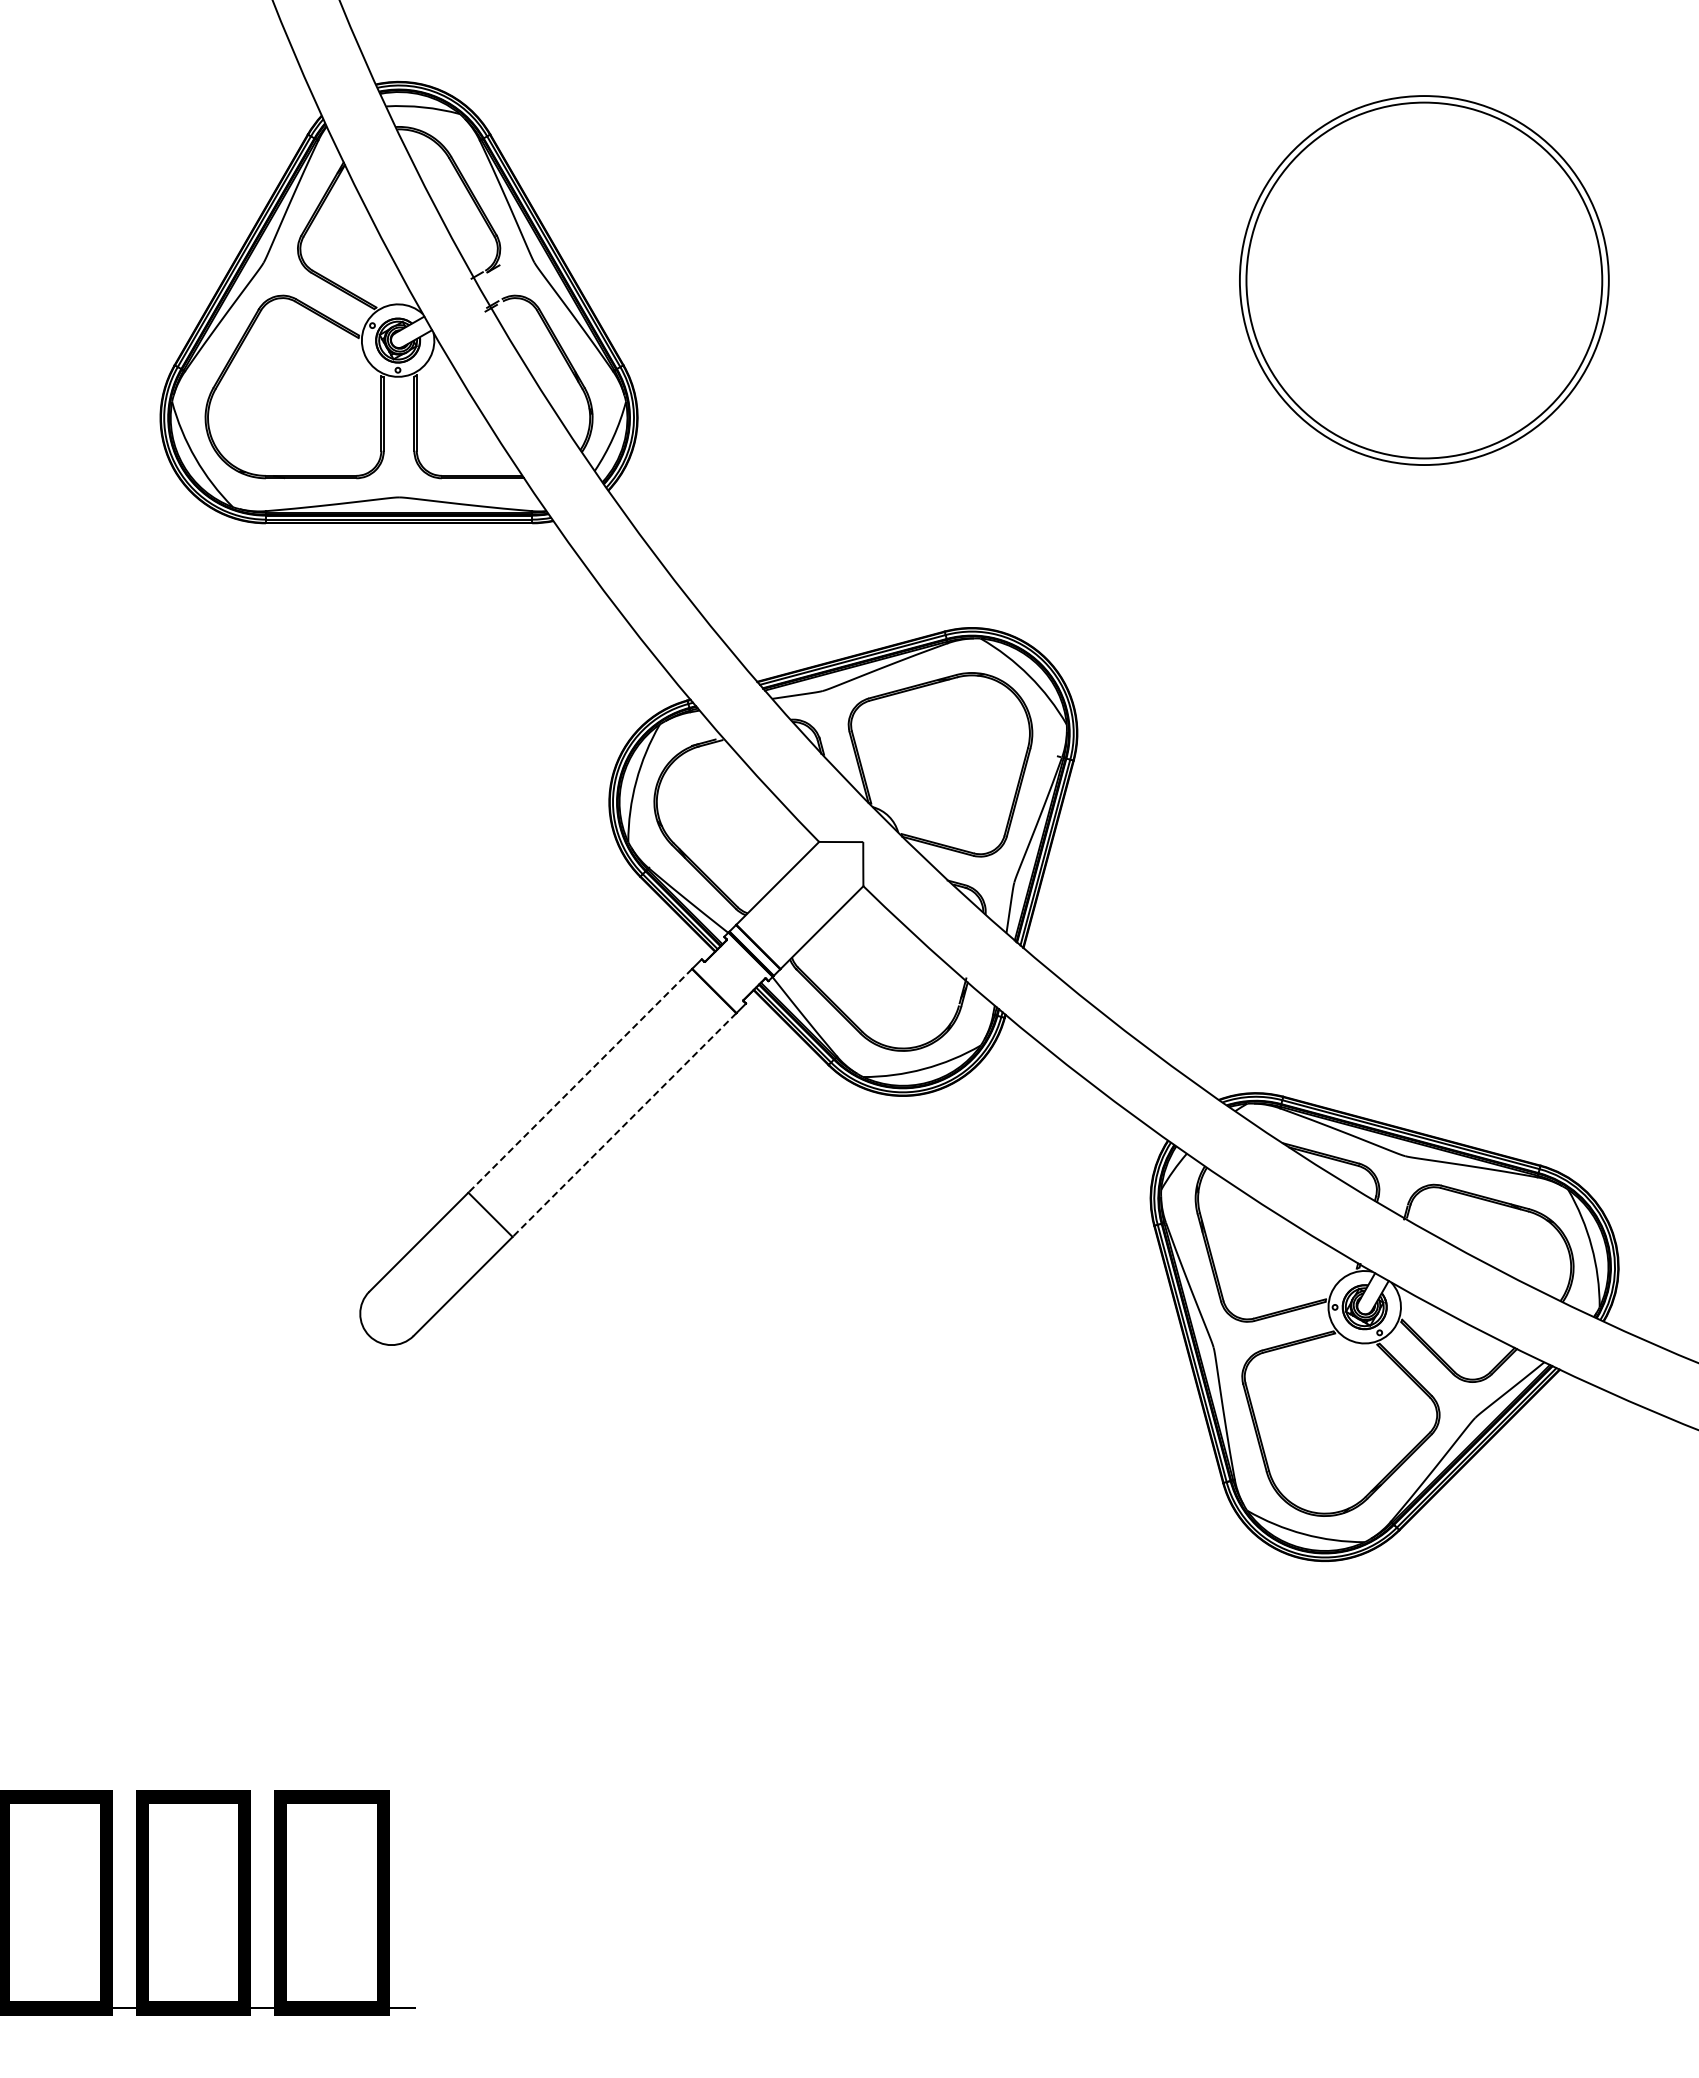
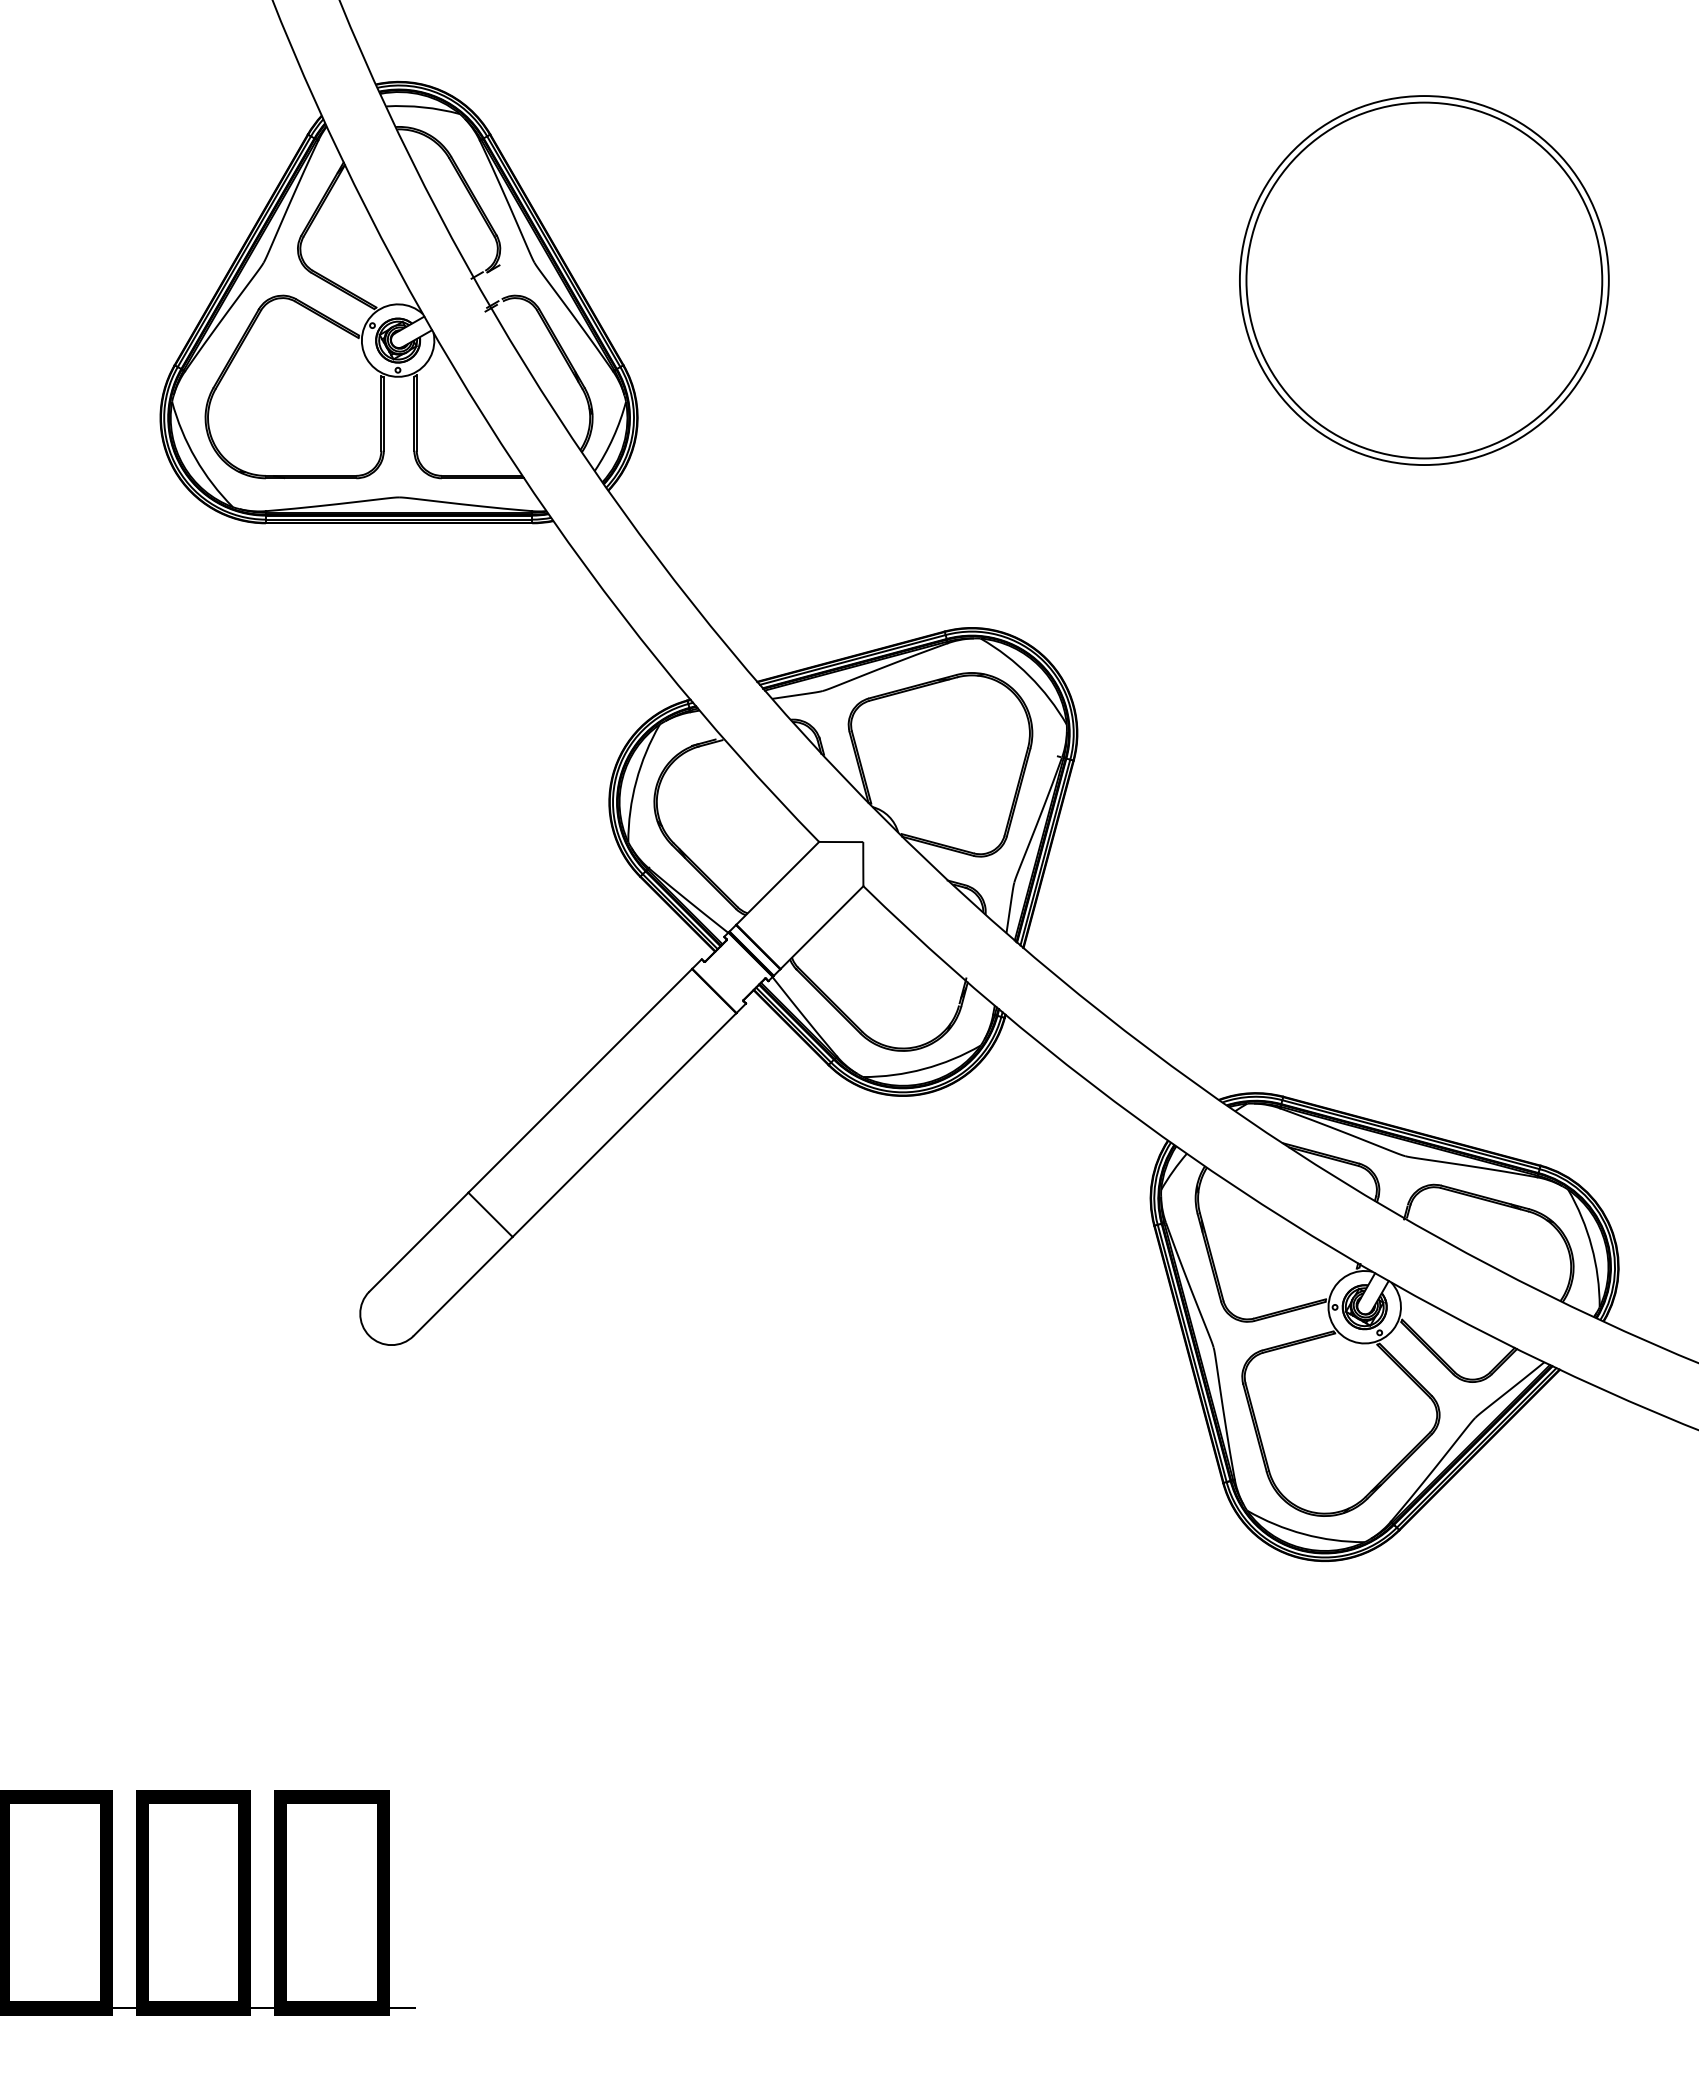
line at (579, 1081): dashed -> solid
line at (624, 1125): dashed -> solid
